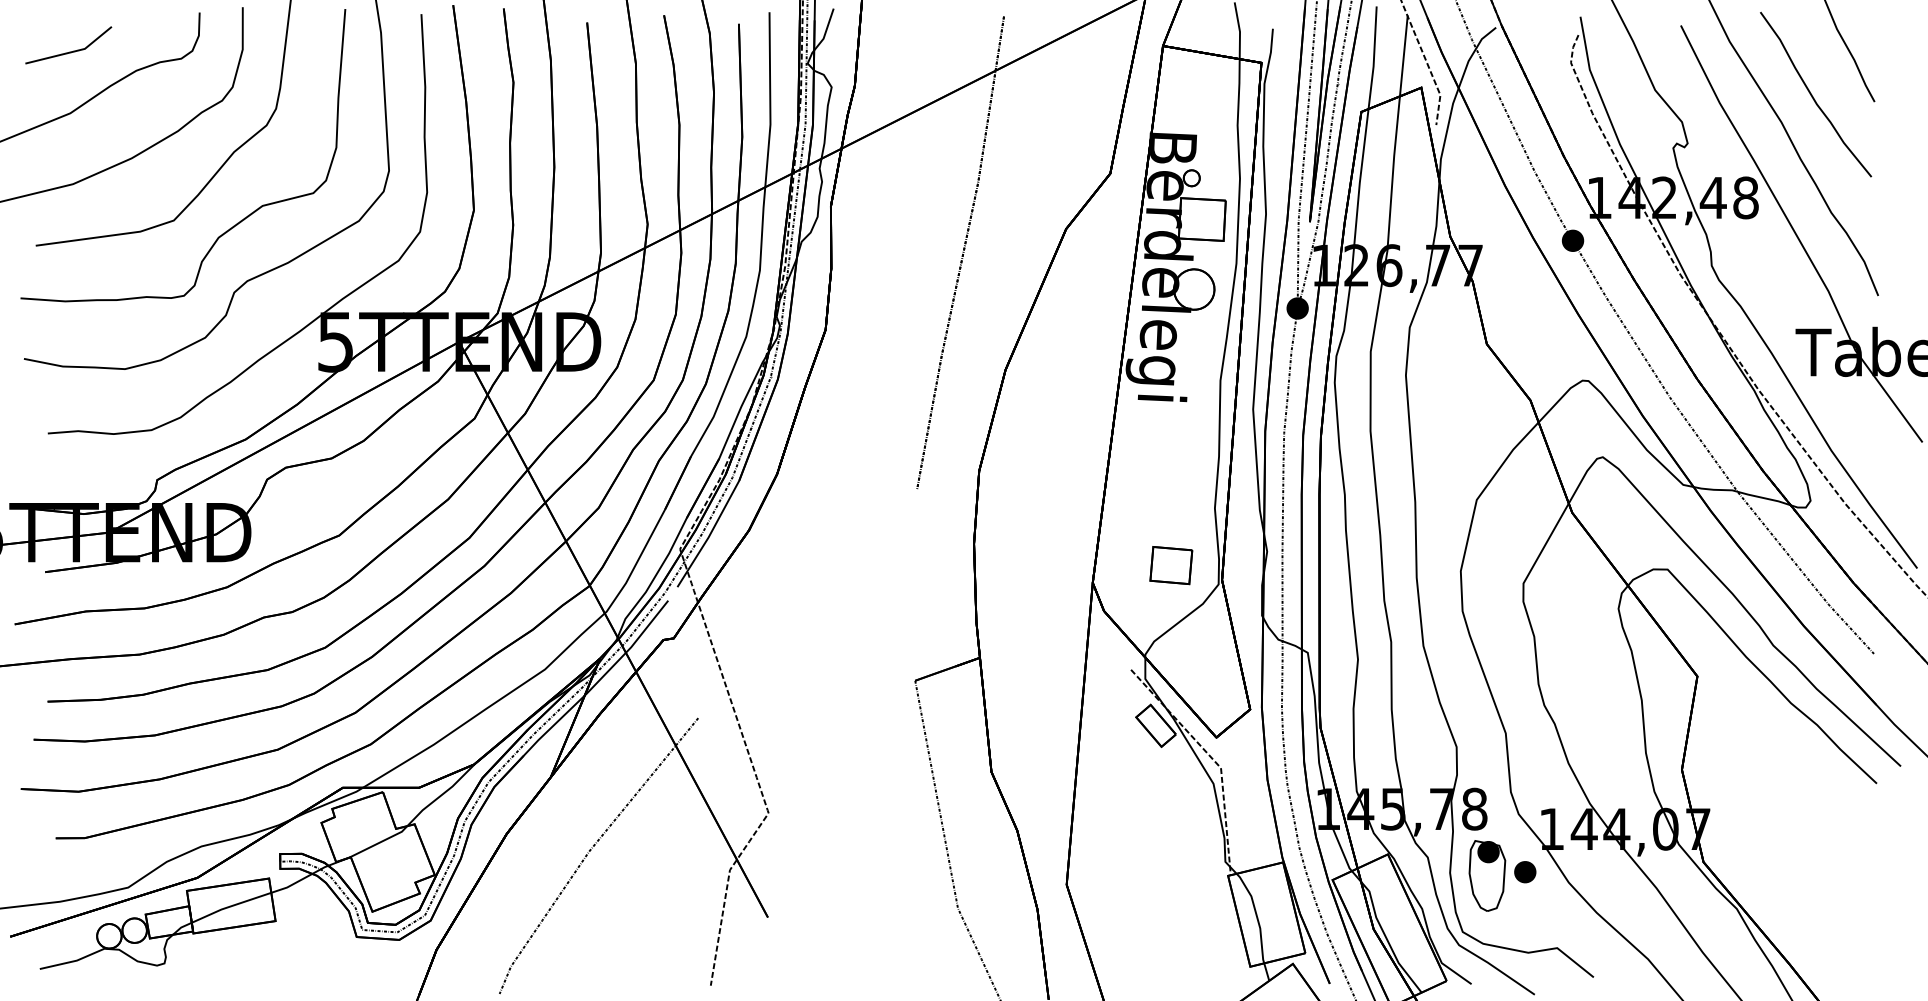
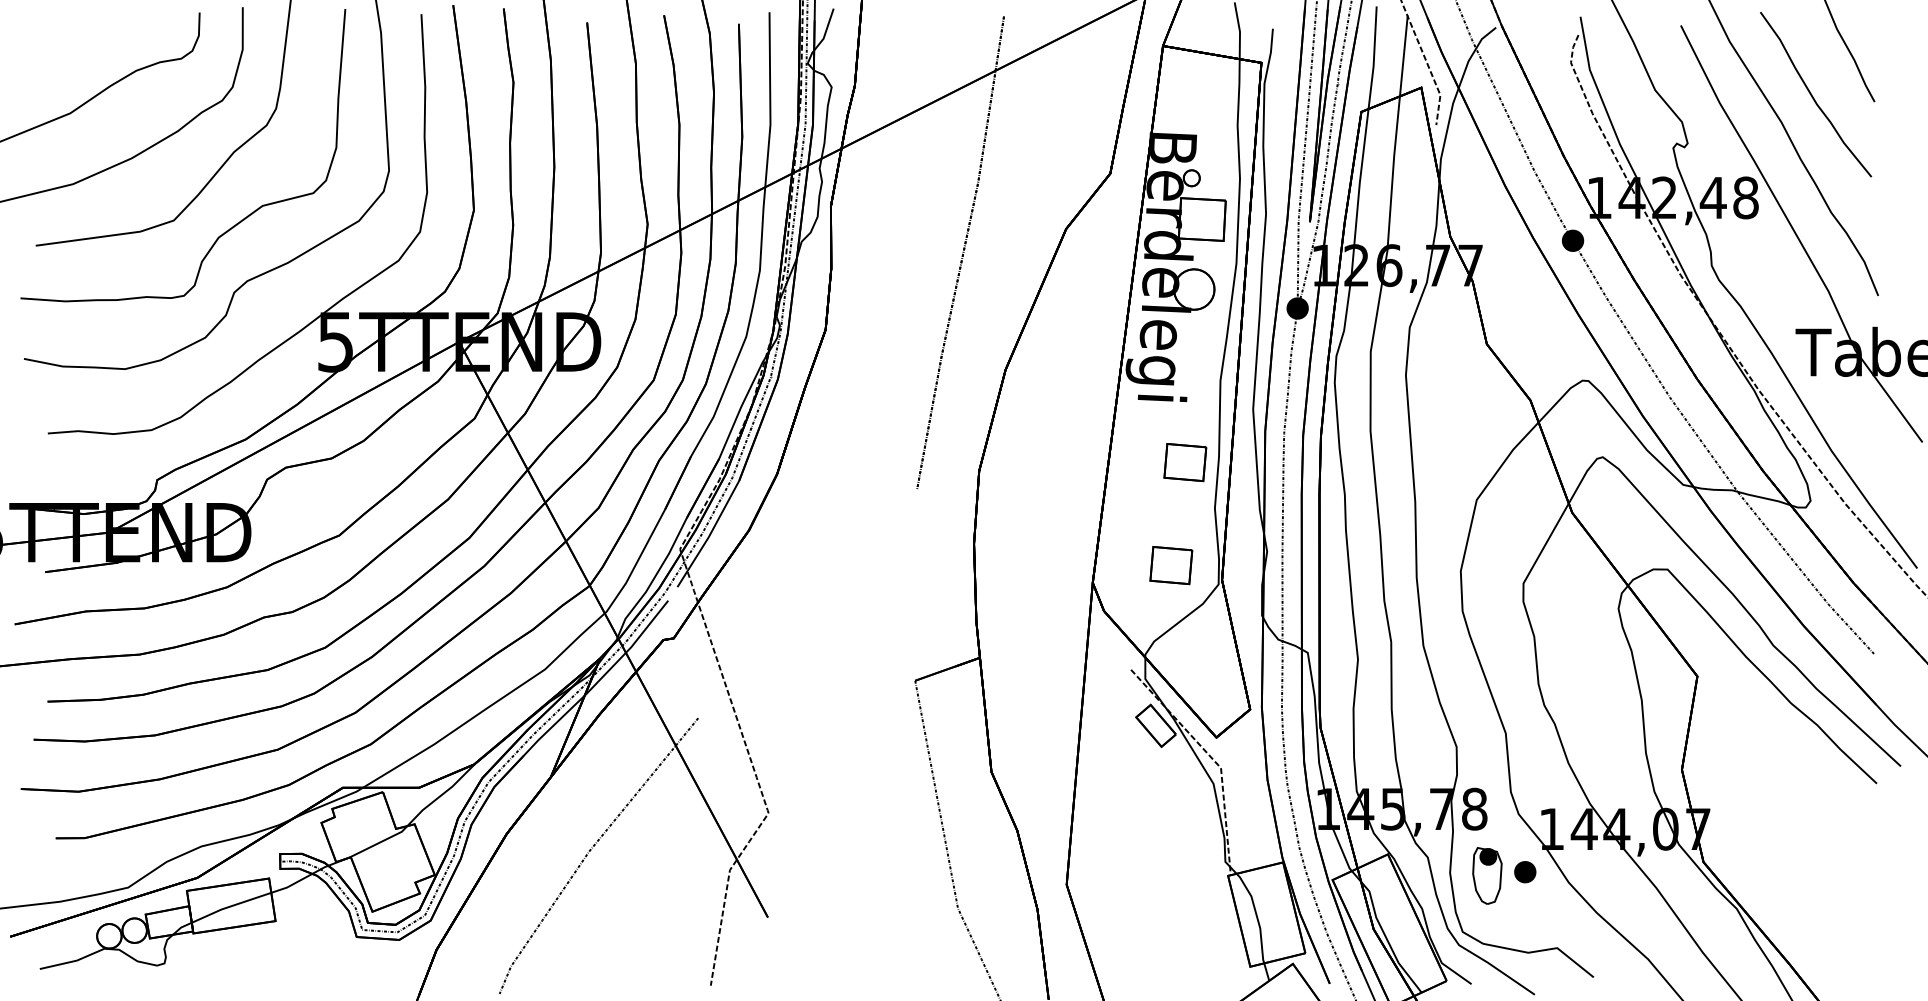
line at (69, 51): present -> none
part at (1185, 462): none -> present
part at (1487, 875) size: 39x72 px -> 31x58 px
